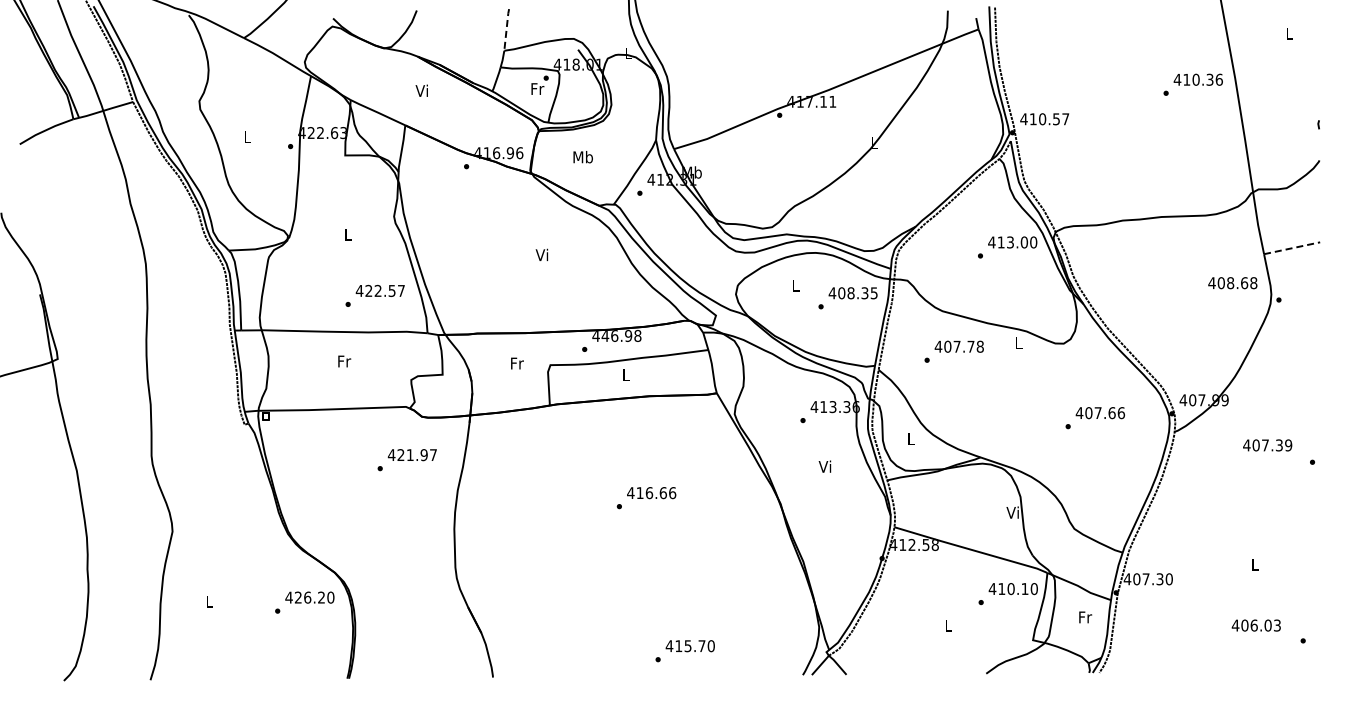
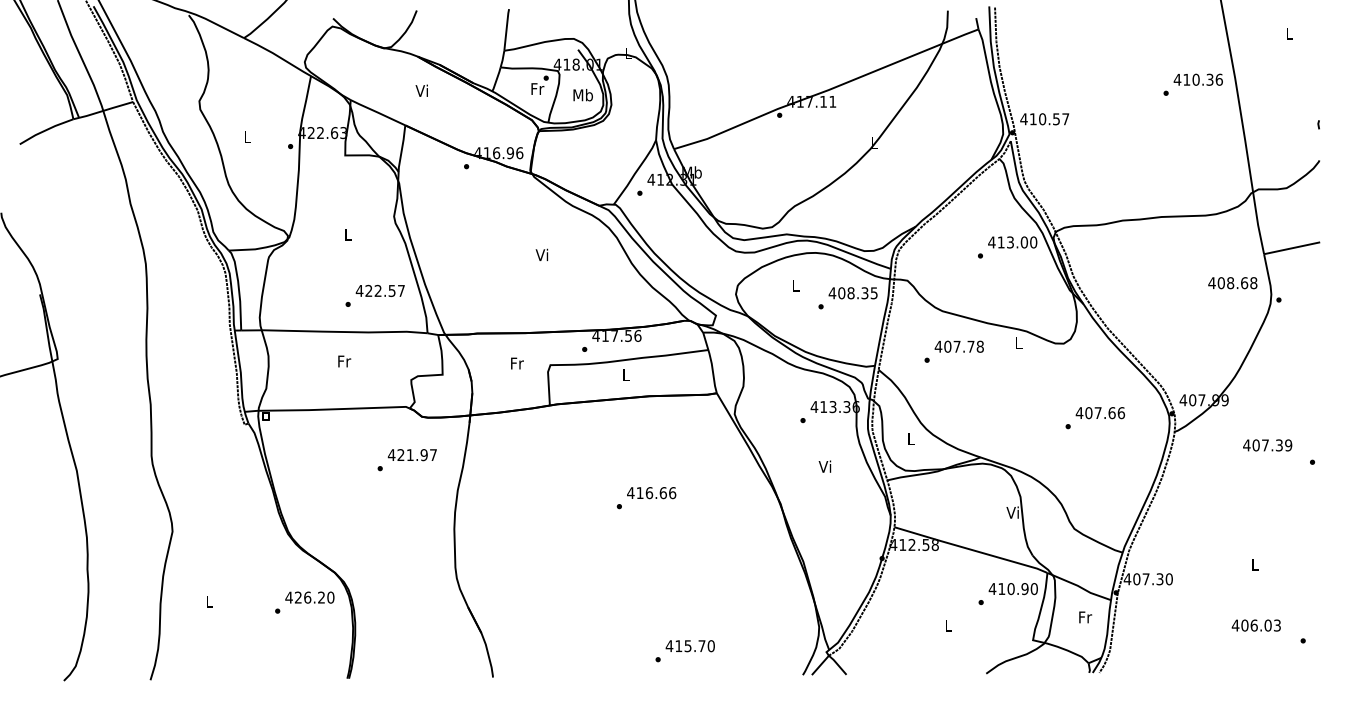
line at (506, 29): dashed -> solid
text at (582, 157) position: (582, 157) -> (582, 95)
line at (1292, 248): dashed -> solid
text at (621, 335): 446.98 -> 417.56
text at (1024, 589): 410.10 -> 410.90
